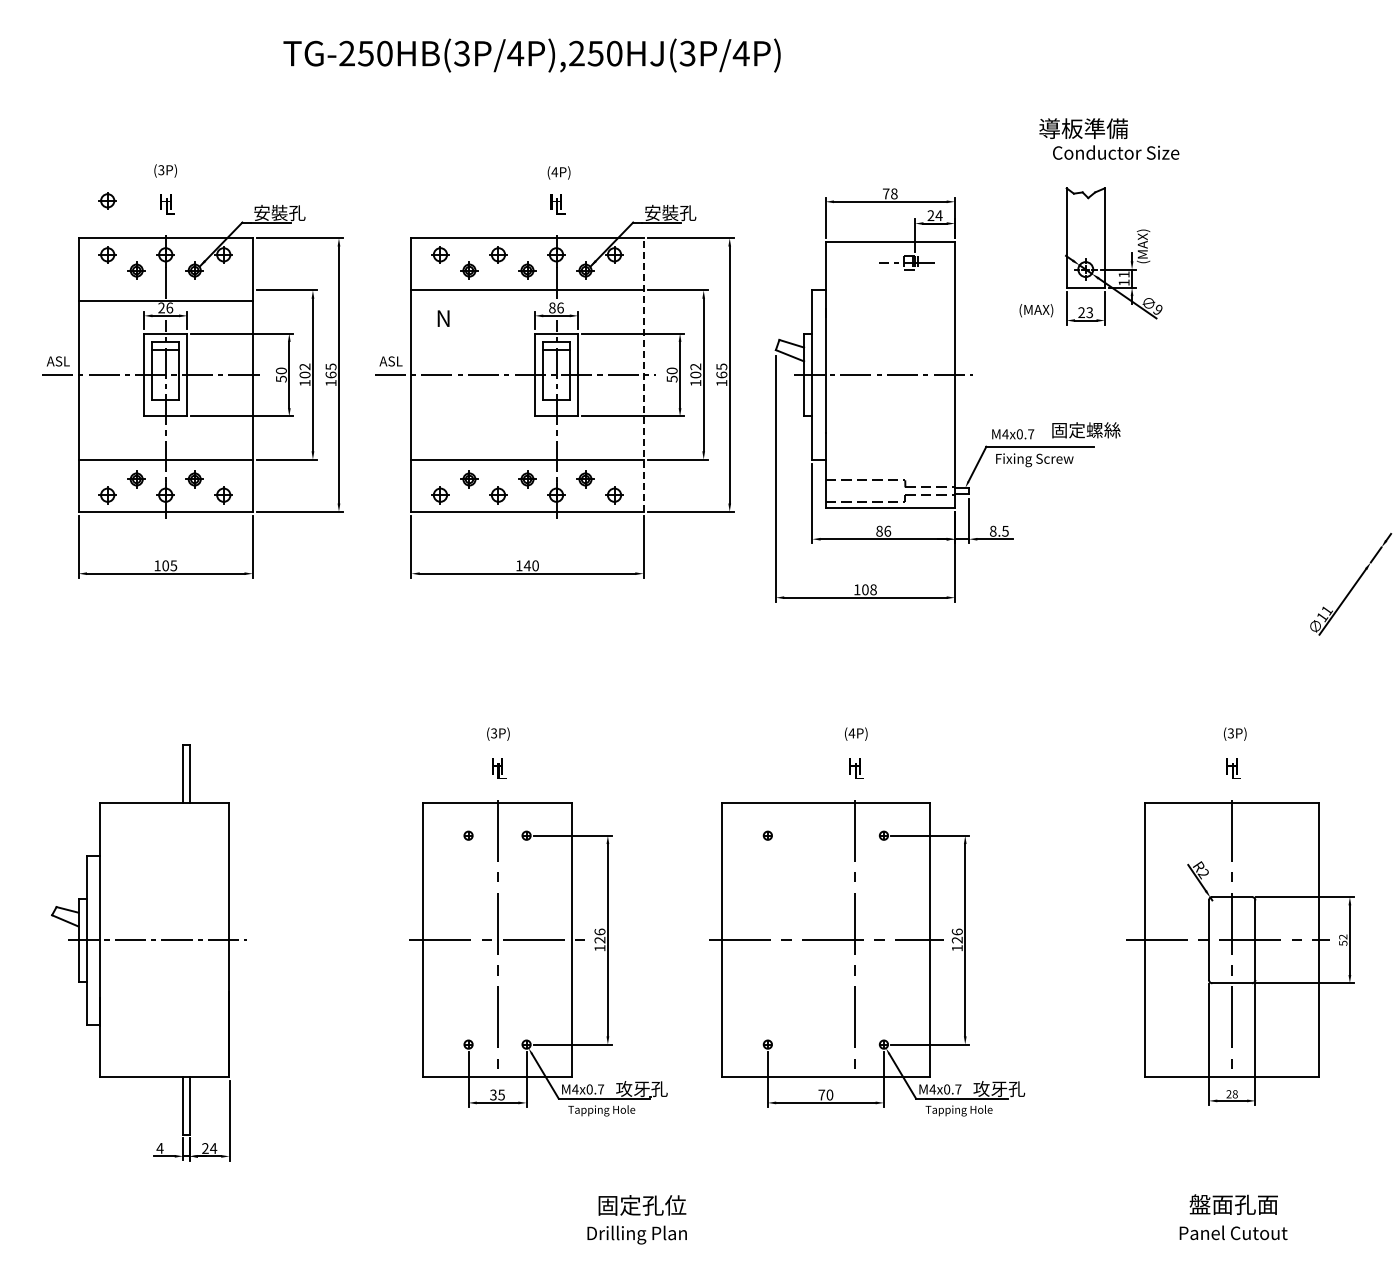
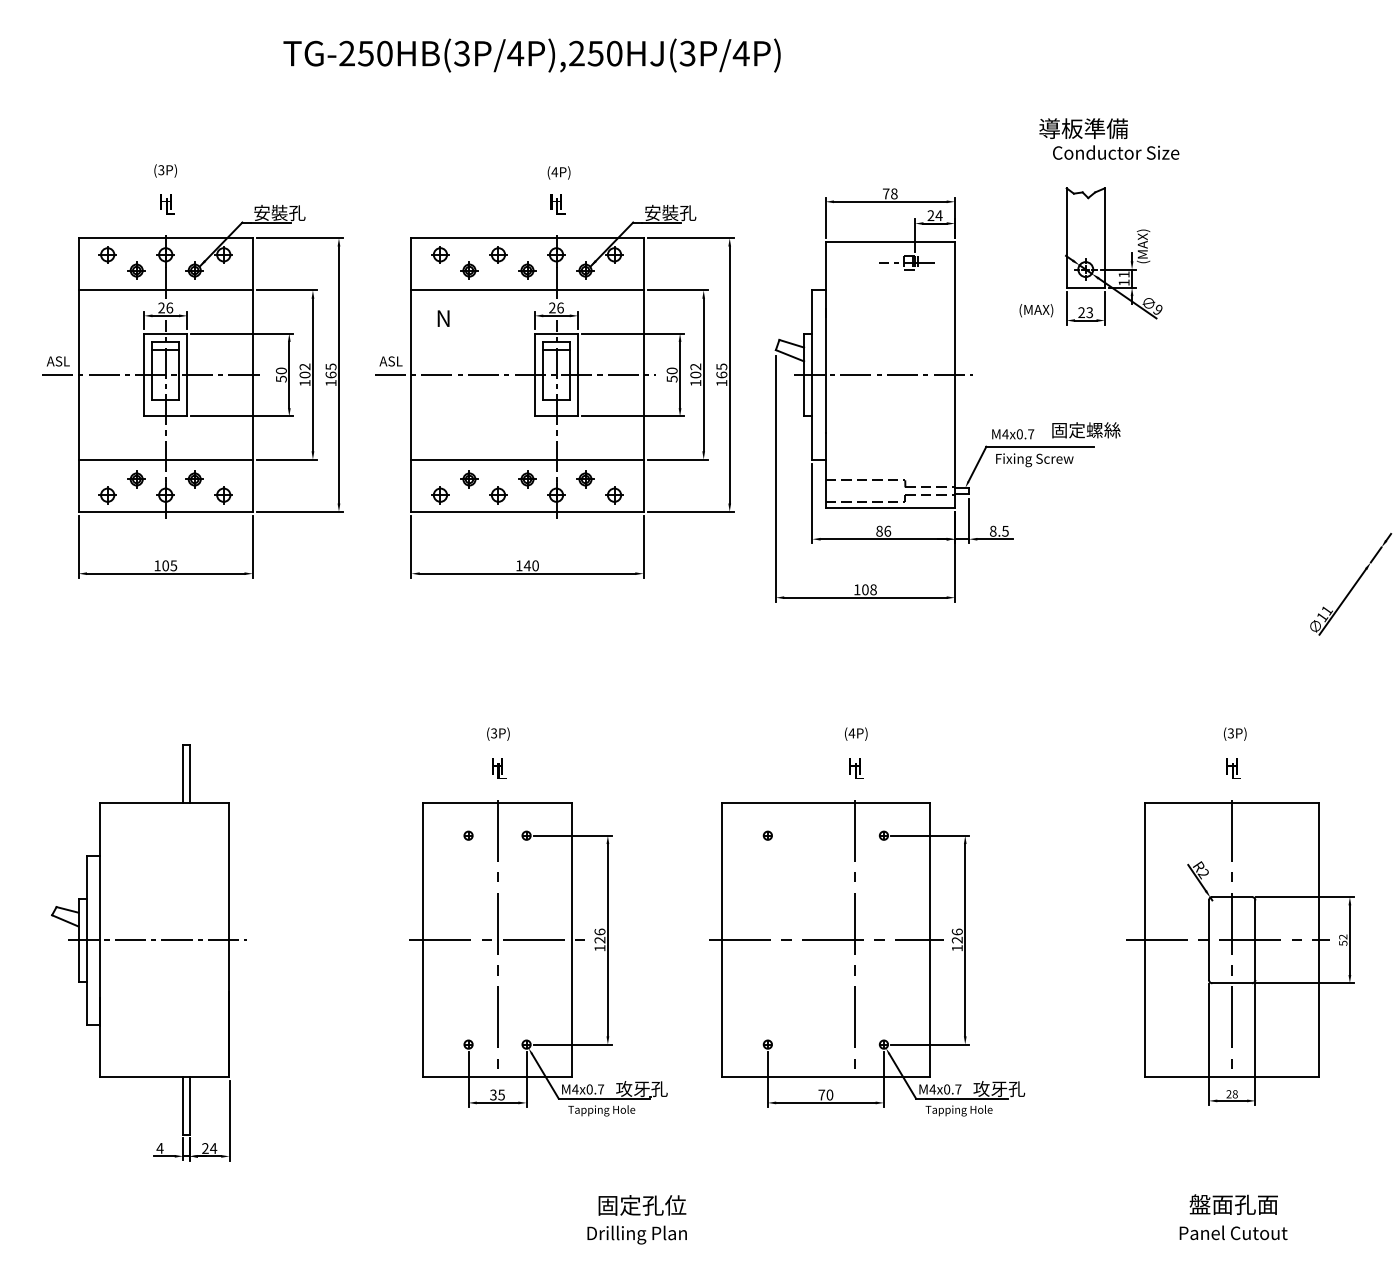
part at (107, 200): present -> none
line at (165, 301) position: (165, 301) -> (165, 290)
text at (552, 307): 86 -> 26
line at (643, 375): dashed -> solid
